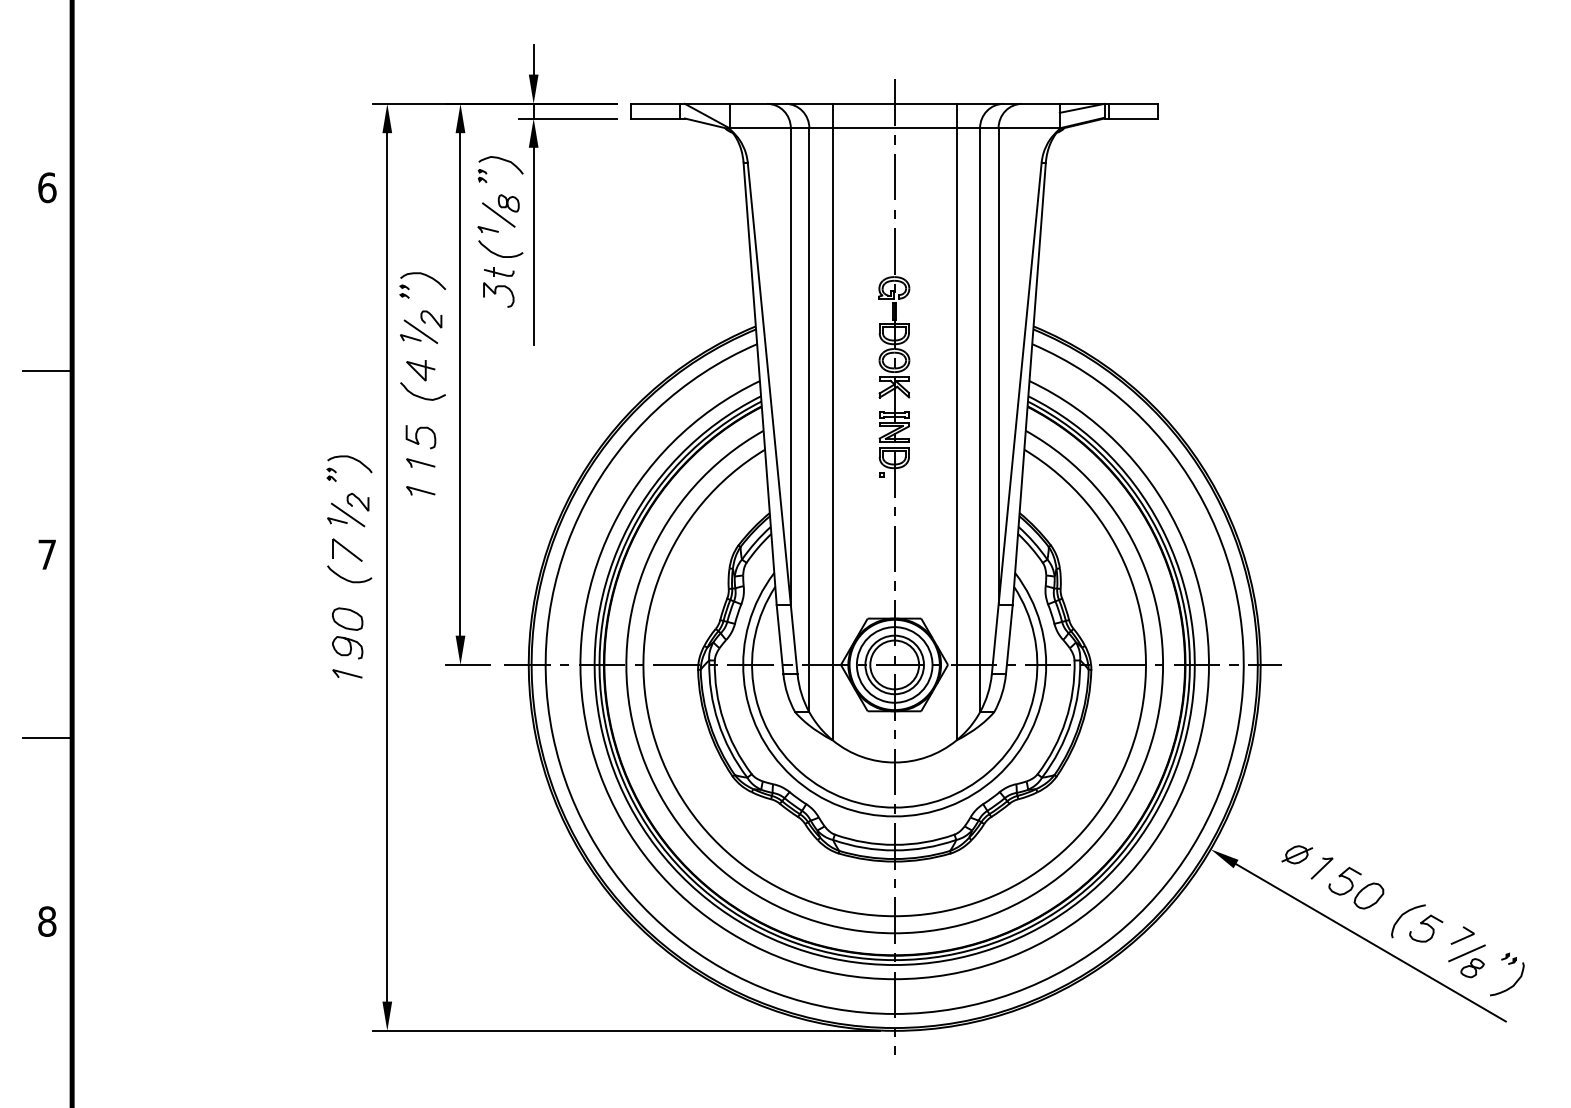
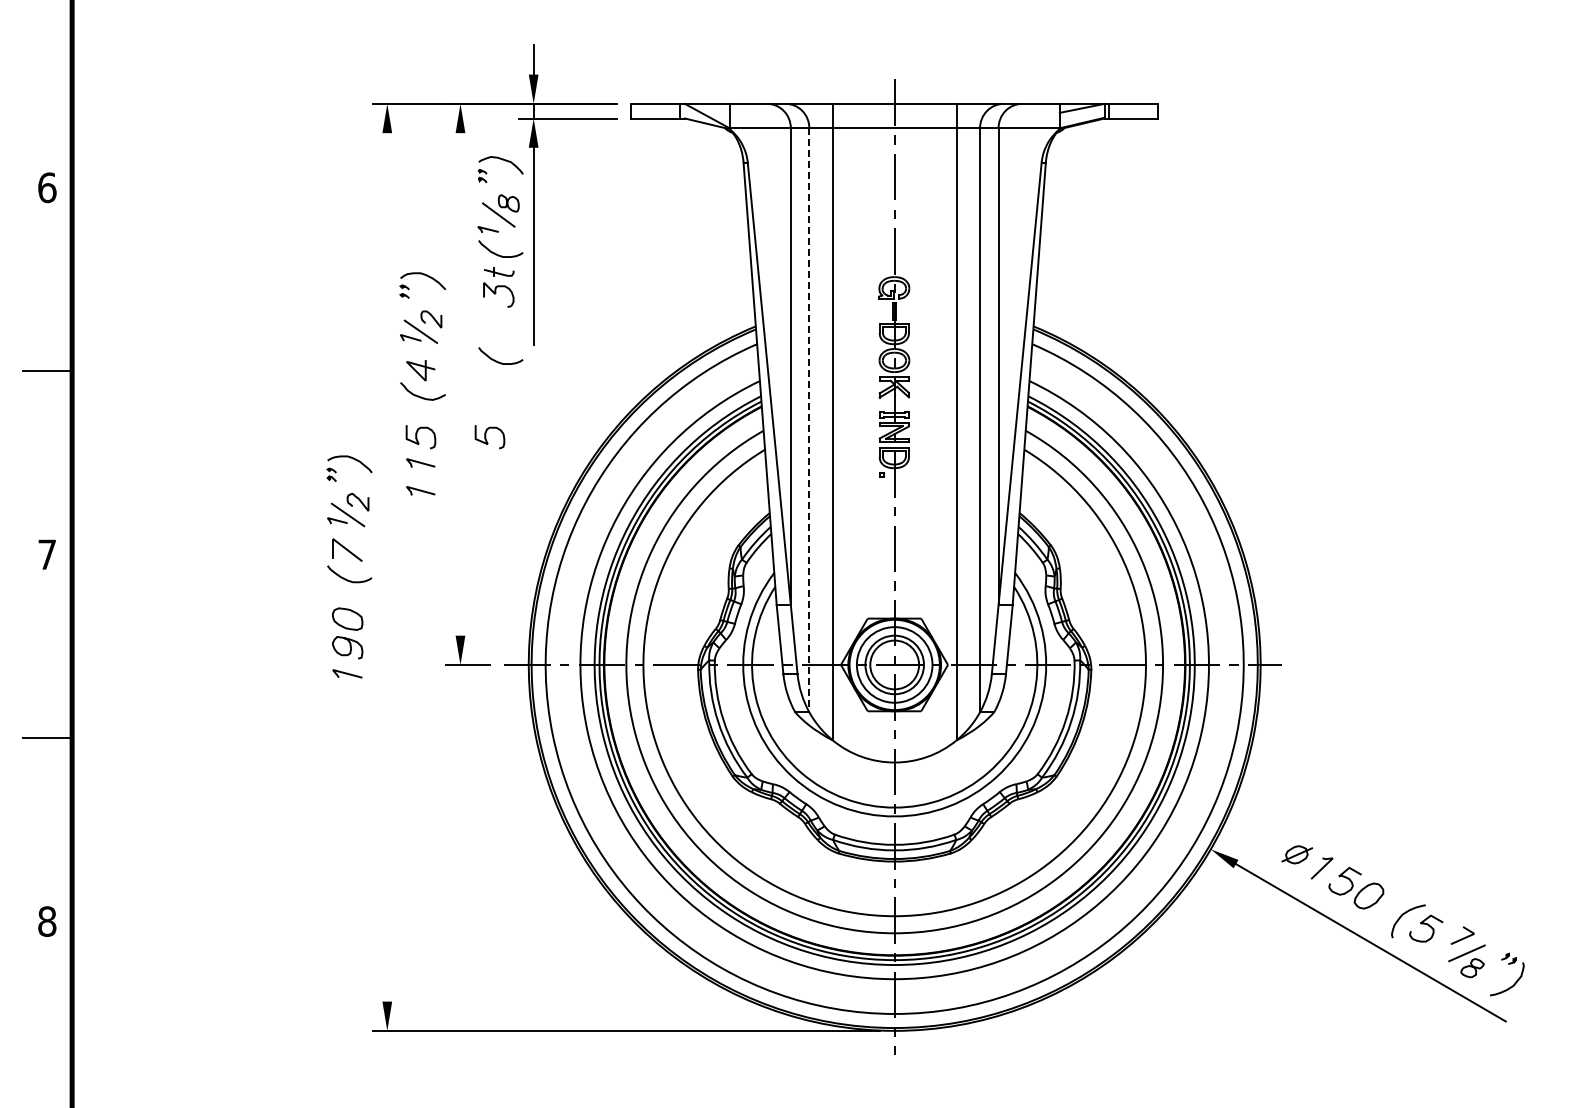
curve at (499, 361): none -> present
line at (460, 384): present -> none
line at (809, 420): solid -> dashed
curve at (486, 437): none -> present
line at (387, 567): present -> none
